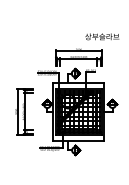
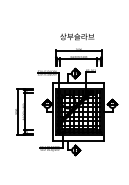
text at (102, 36) position: (102, 36) -> (77, 36)
